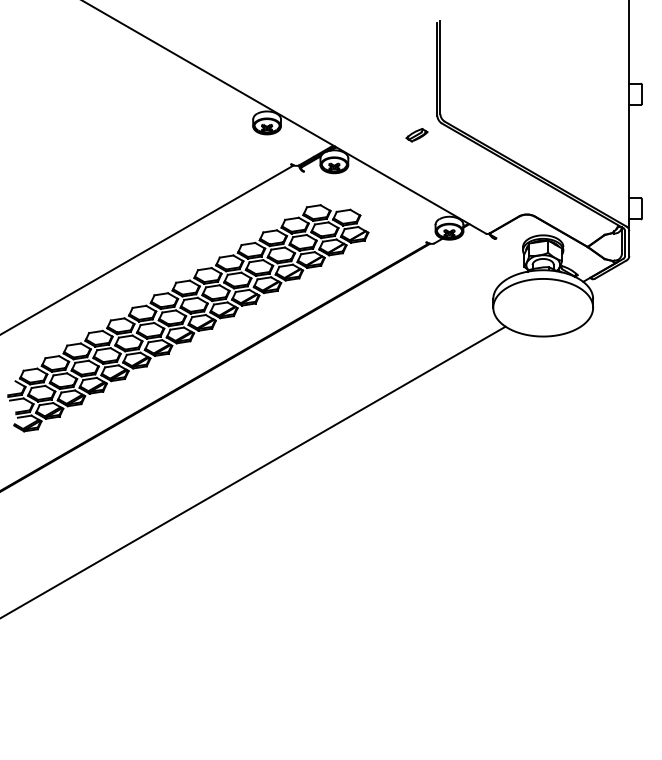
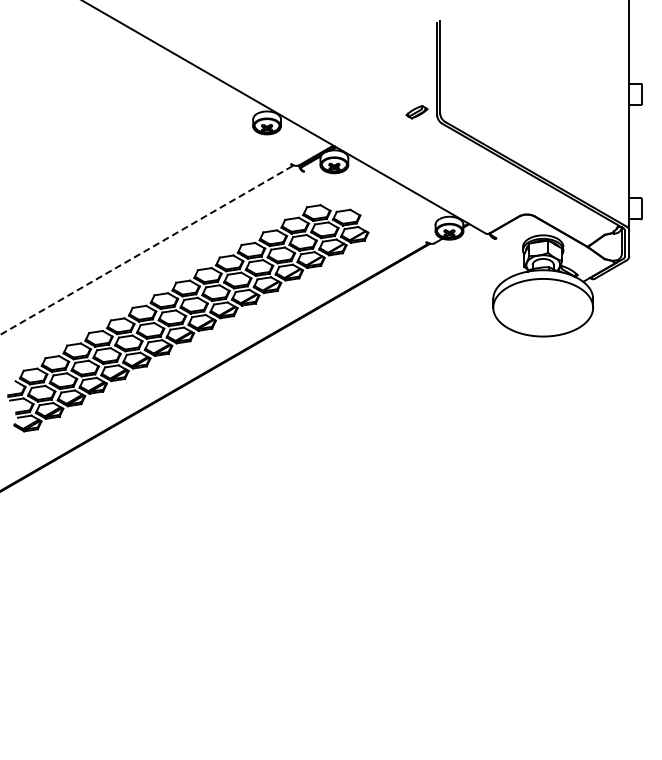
part at (416, 135) position: (416, 135) -> (416, 112)
line at (147, 249): solid -> dashed
line at (253, 471): present -> none
